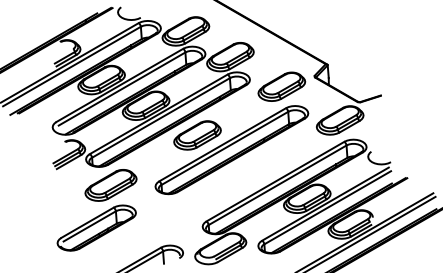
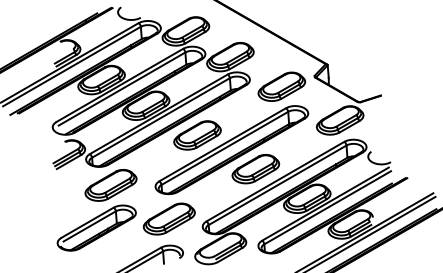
part at (255, 169): none -> present
part at (168, 218): none -> present
